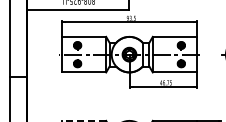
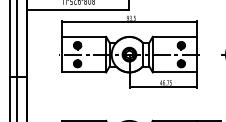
line at (16, 60): none -> present
line at (83, 120): dashed -> solid
